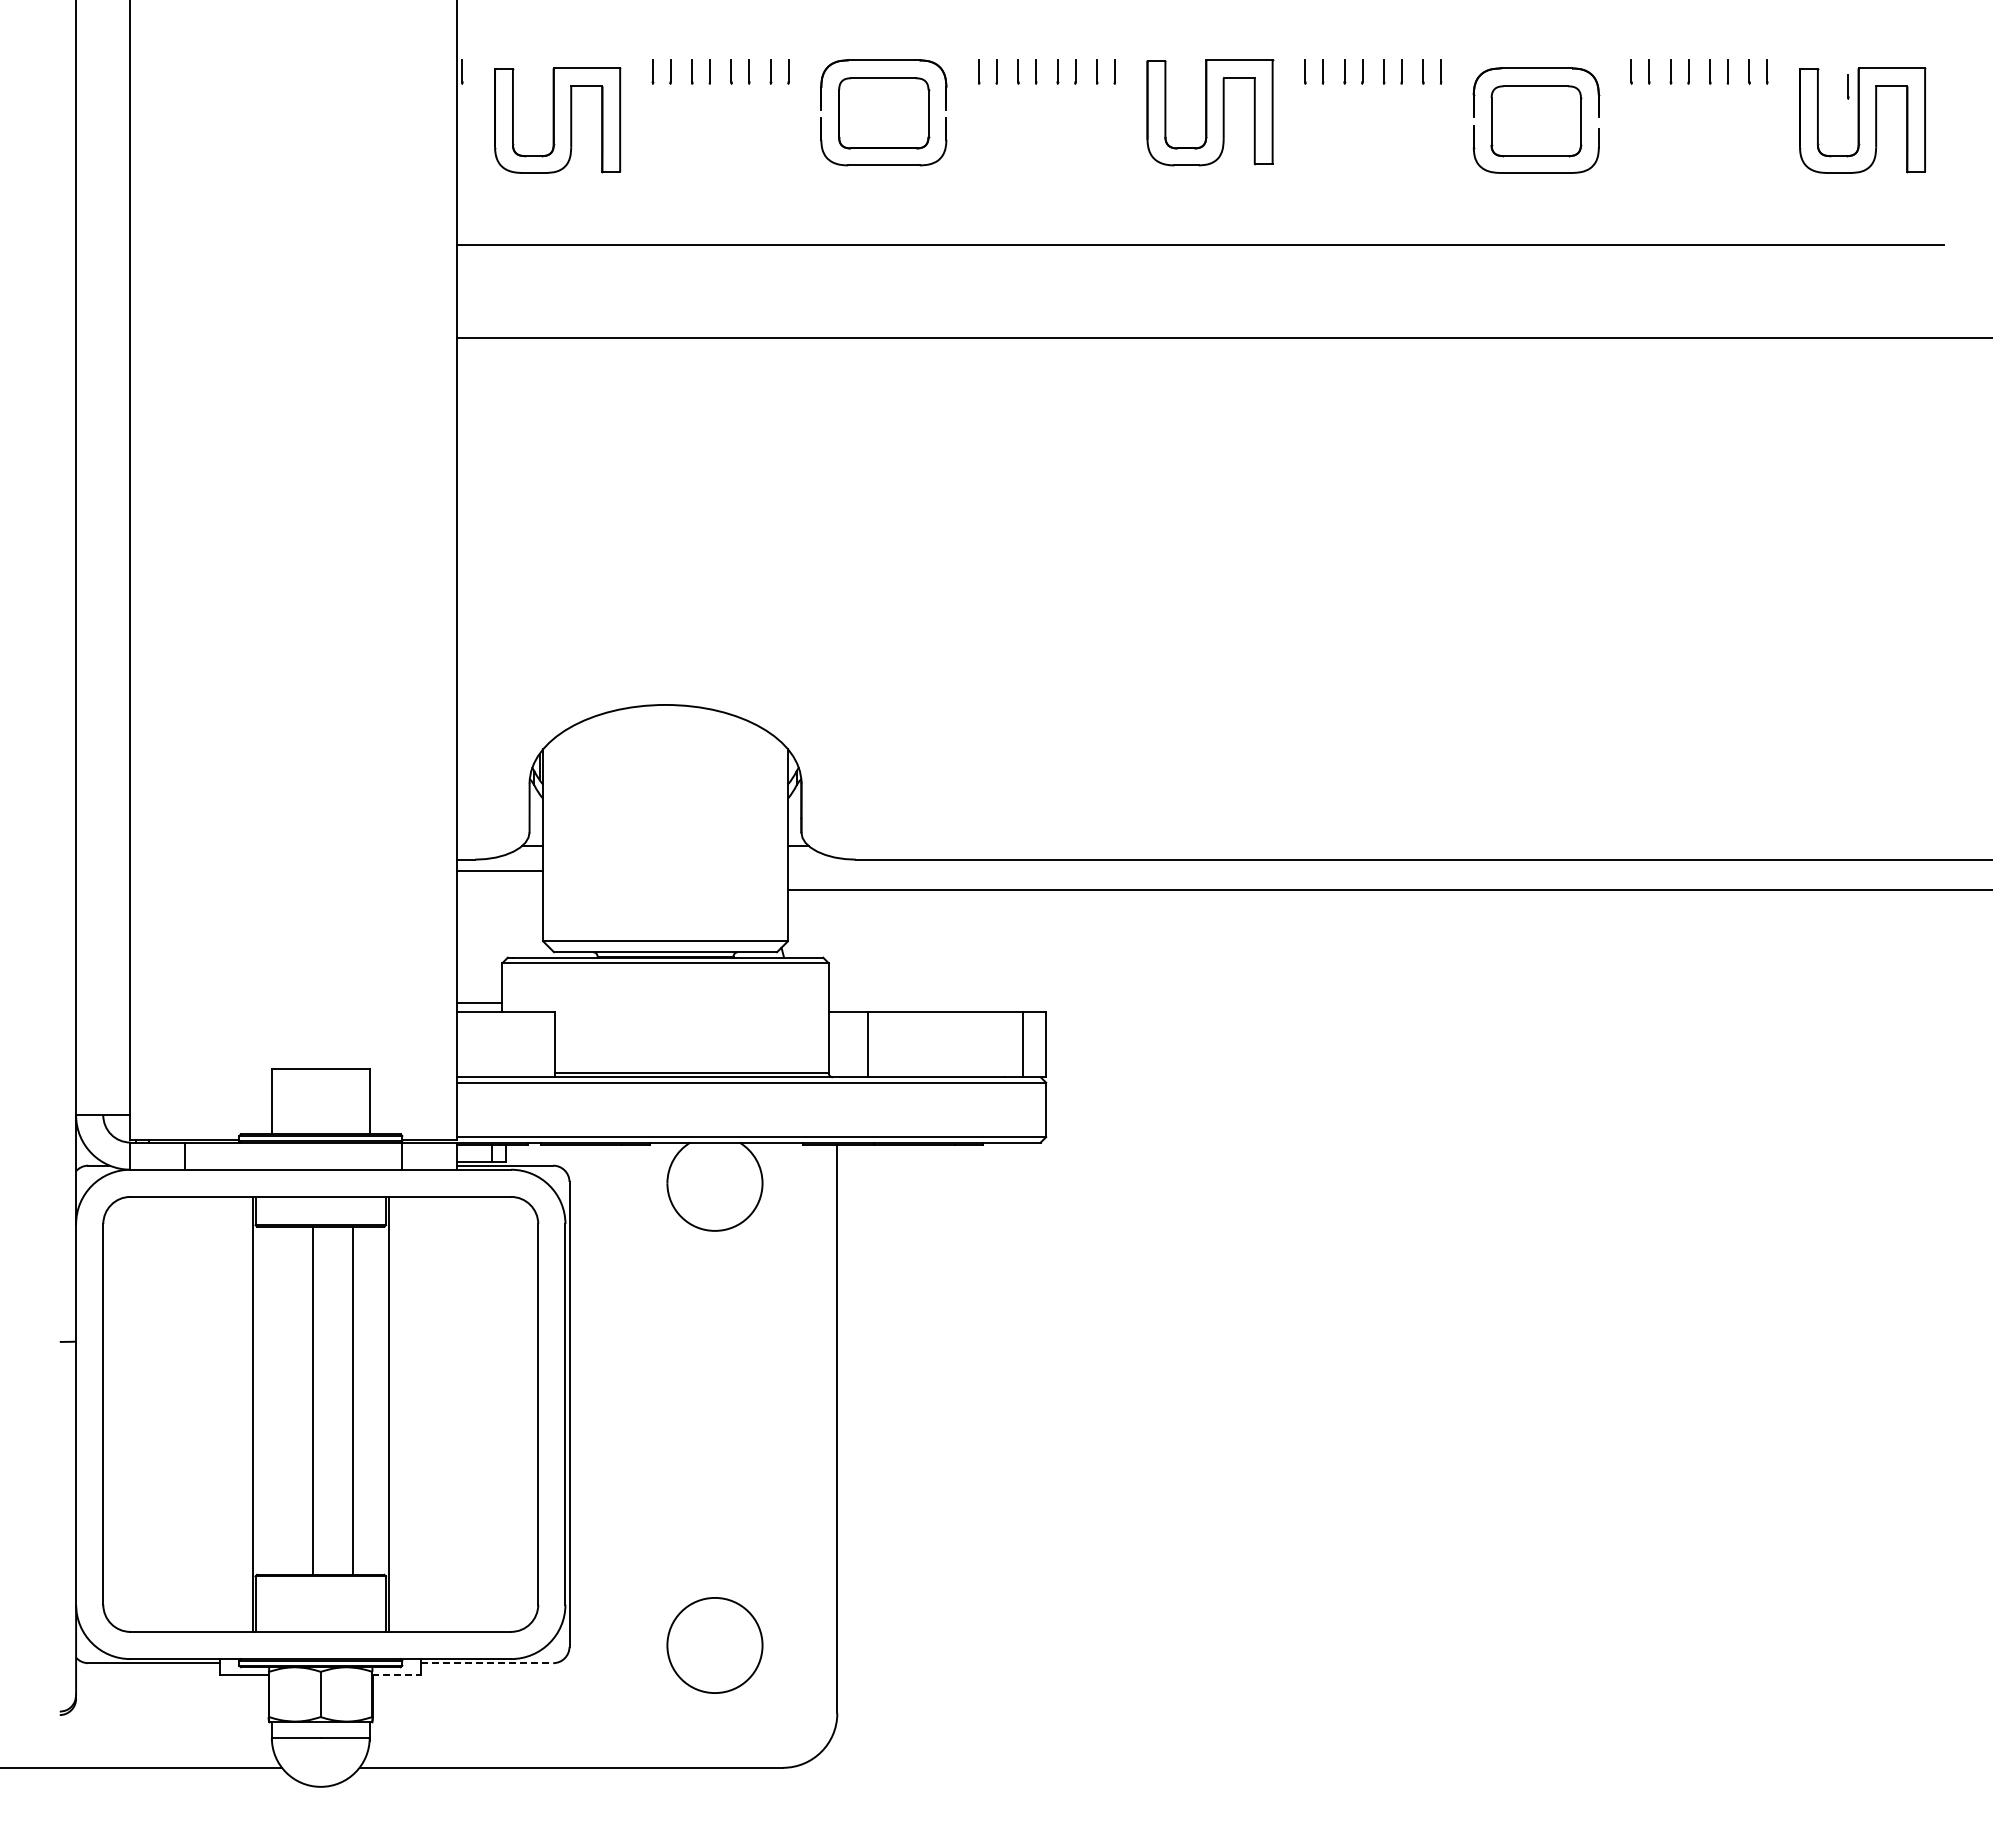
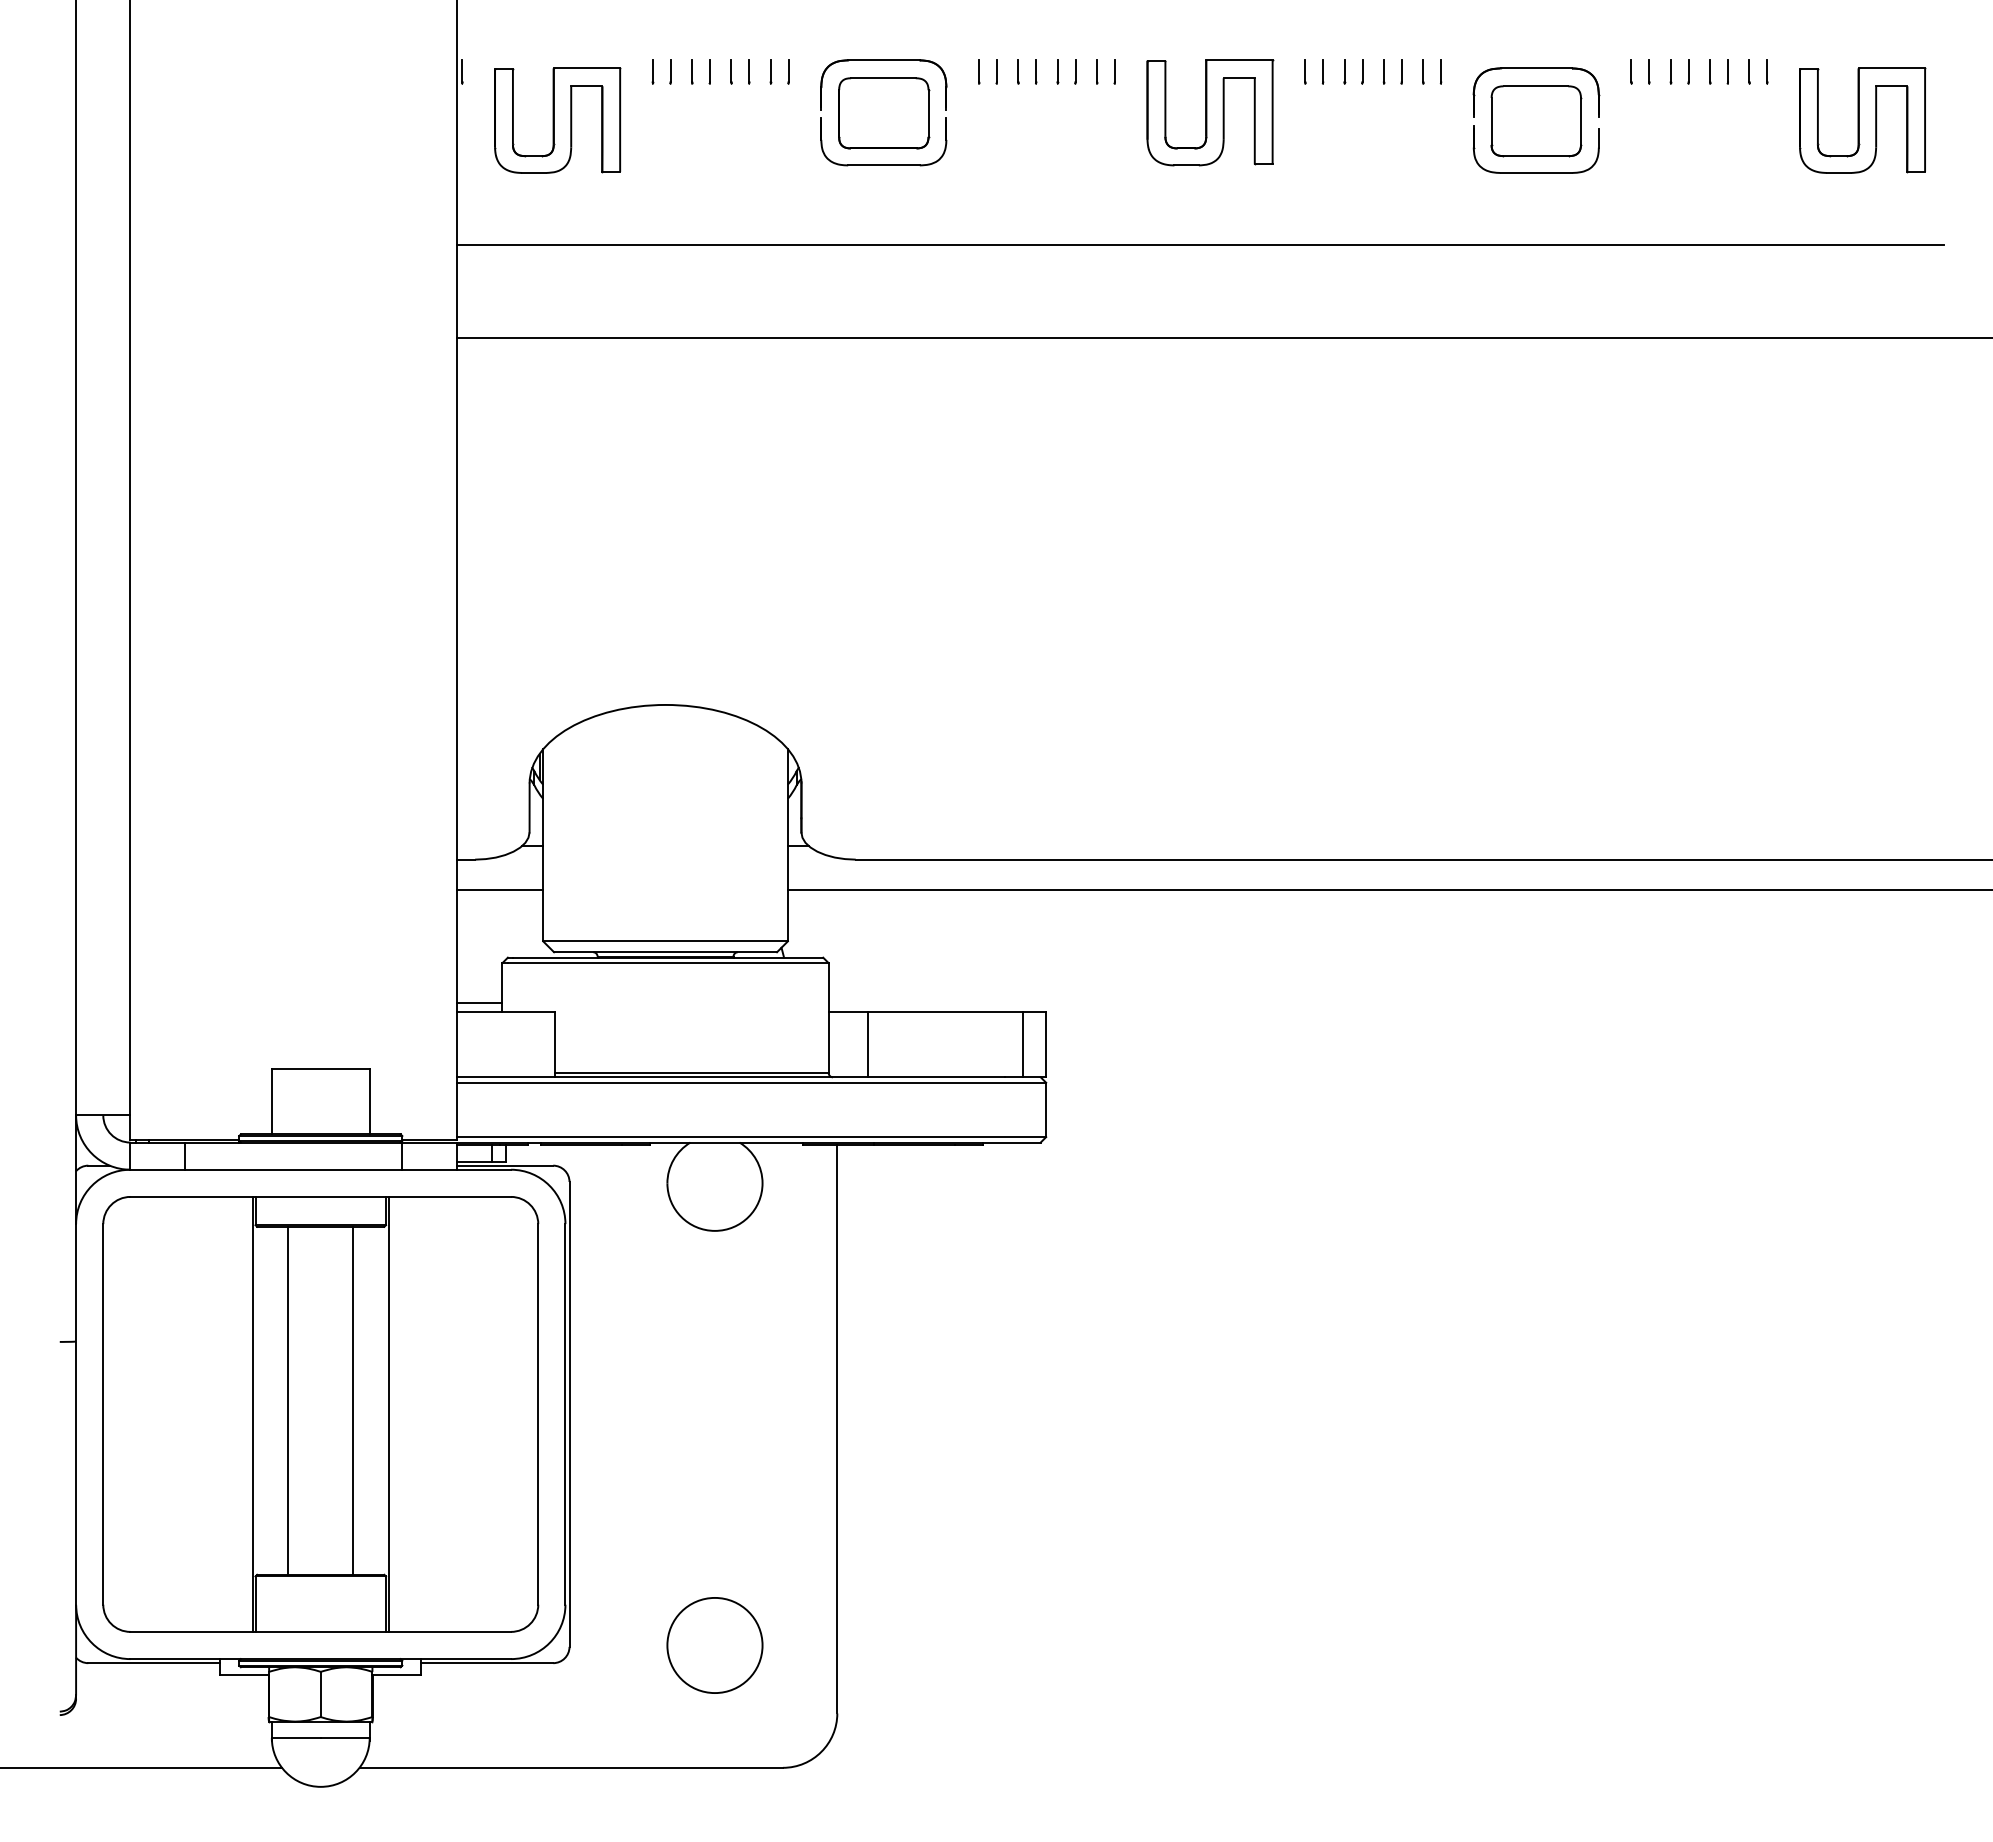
line at (1848, 86): present -> none
line at (499, 870) position: (499, 870) -> (499, 889)
line at (313, 1400) position: (313, 1400) -> (288, 1400)
line at (487, 1663): dashed -> solid
line at (397, 1675): dashed -> solid
